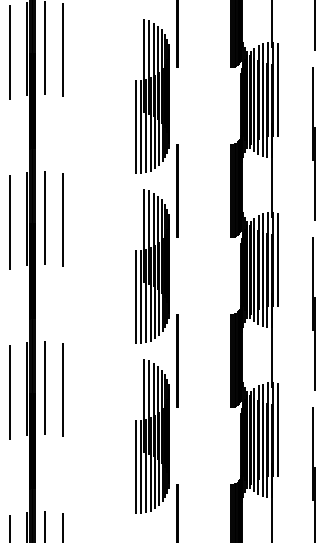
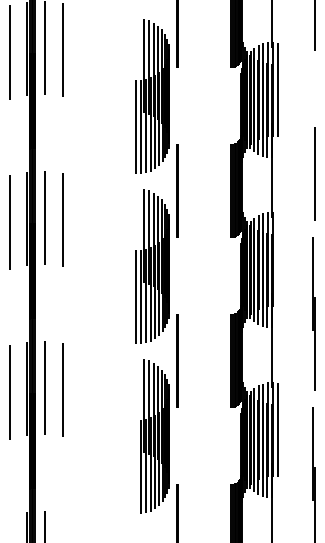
line at (312, 113): present -> none
line at (277, 259): present -> none
line at (136, 466): present -> none
line at (62, 525): present -> none
line at (9, 527): present -> none
